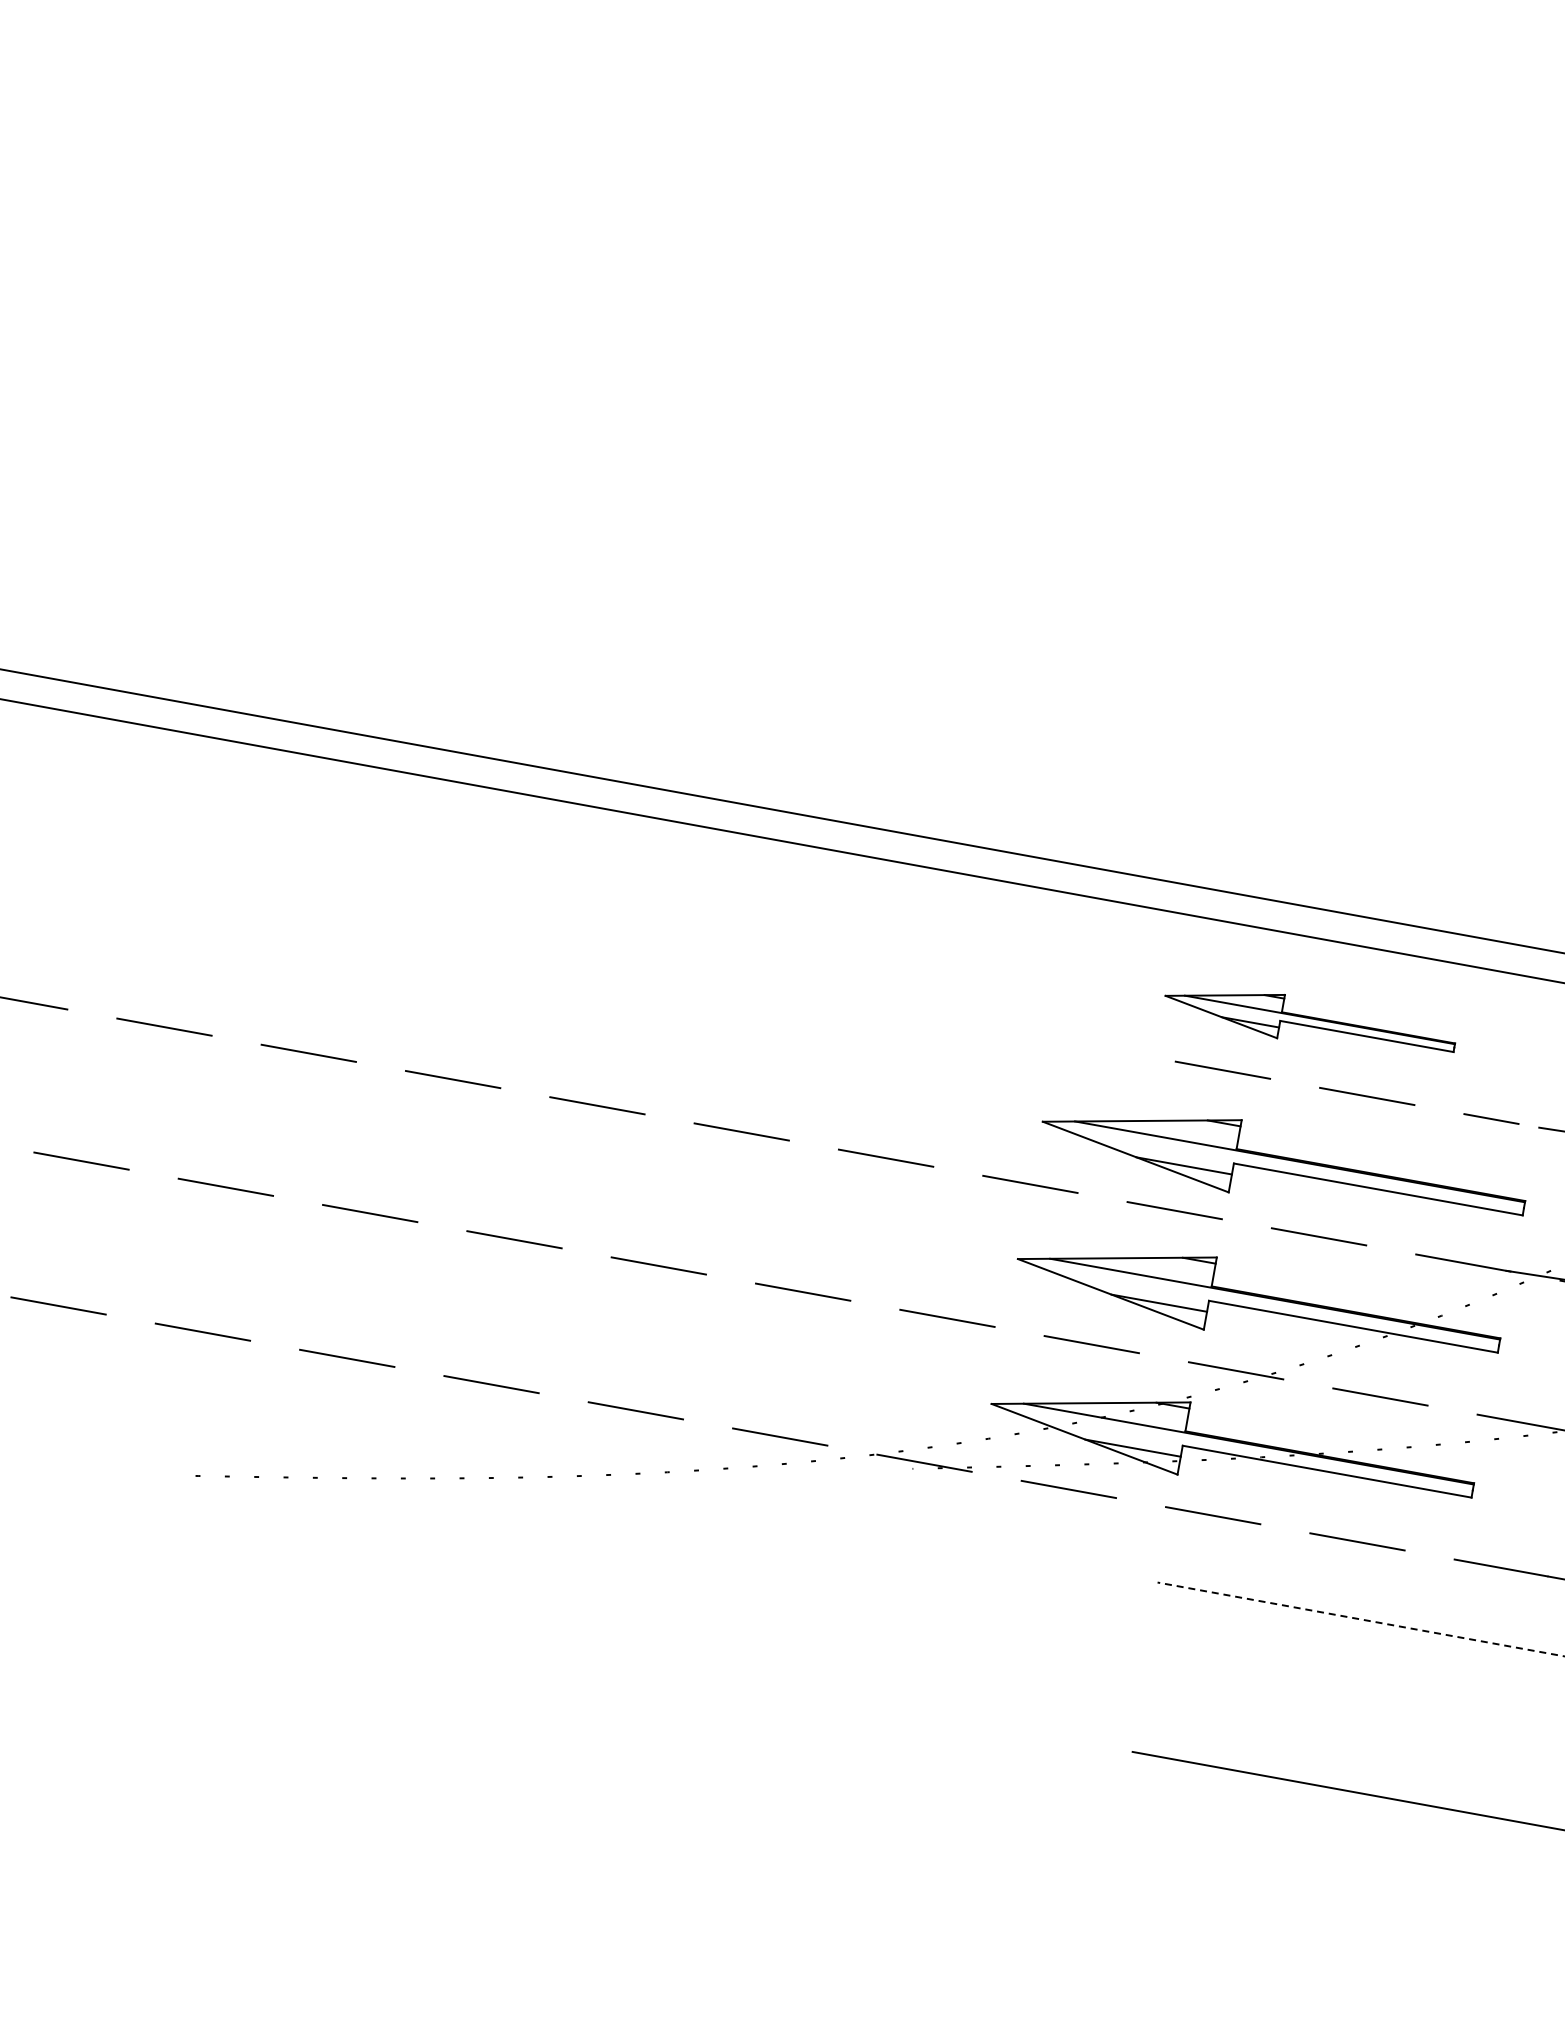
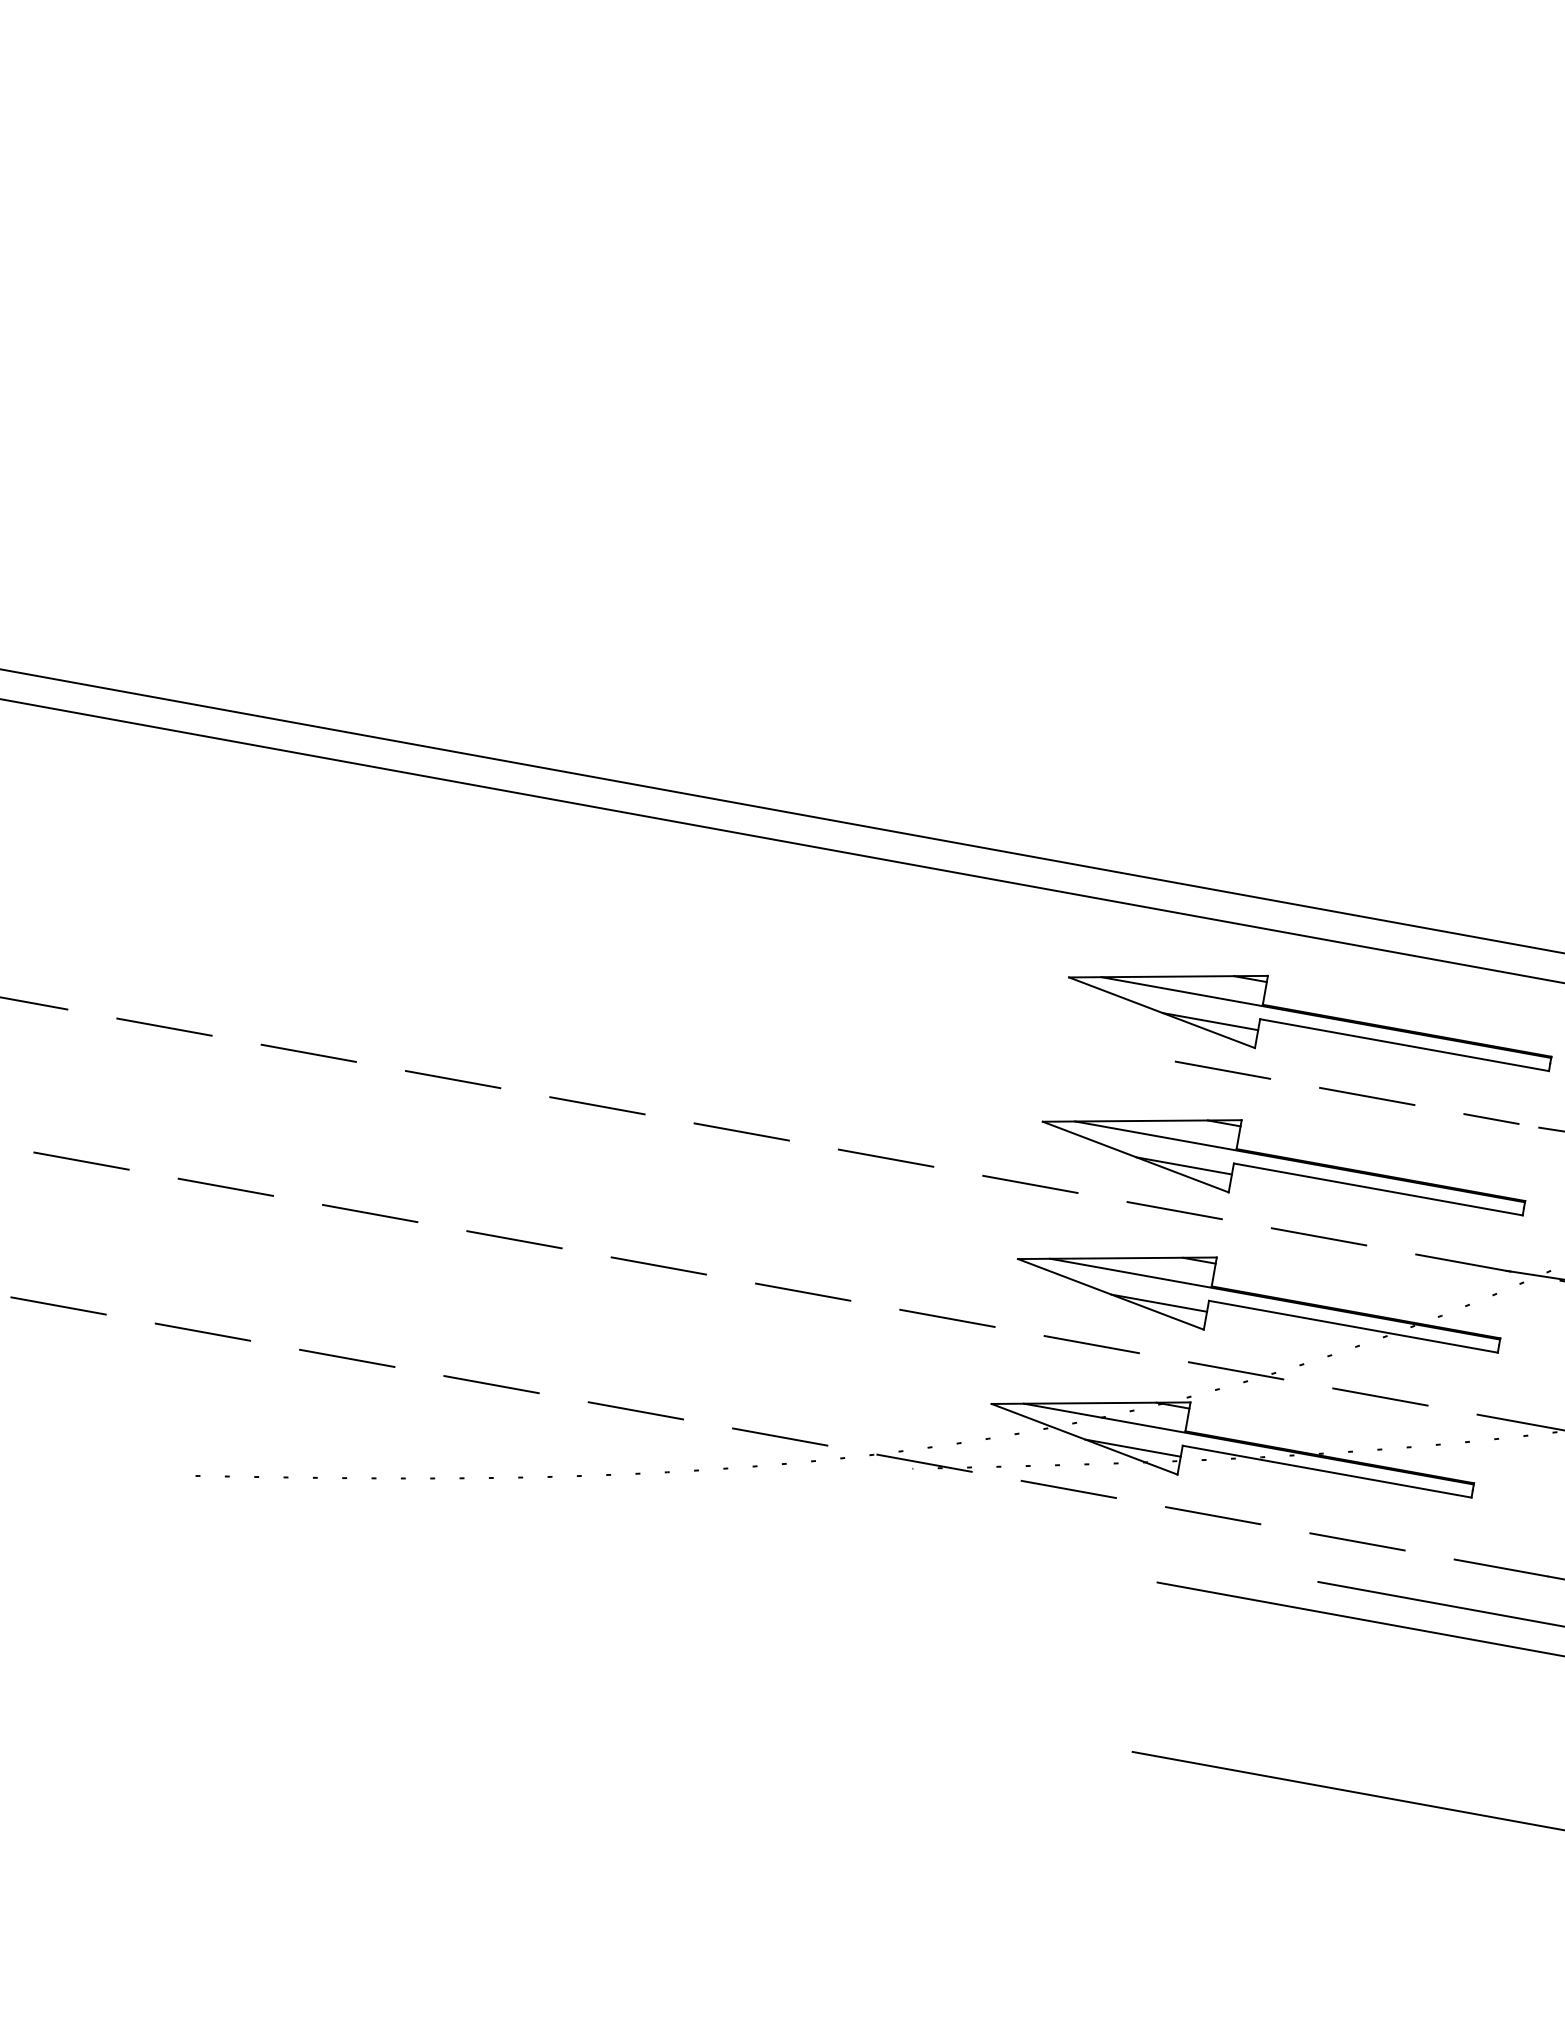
part at (1310, 1023) size: 293x59 px -> 485x99 px
line at (1439, 1603): none -> present
line at (1361, 1619): dashed -> solid
